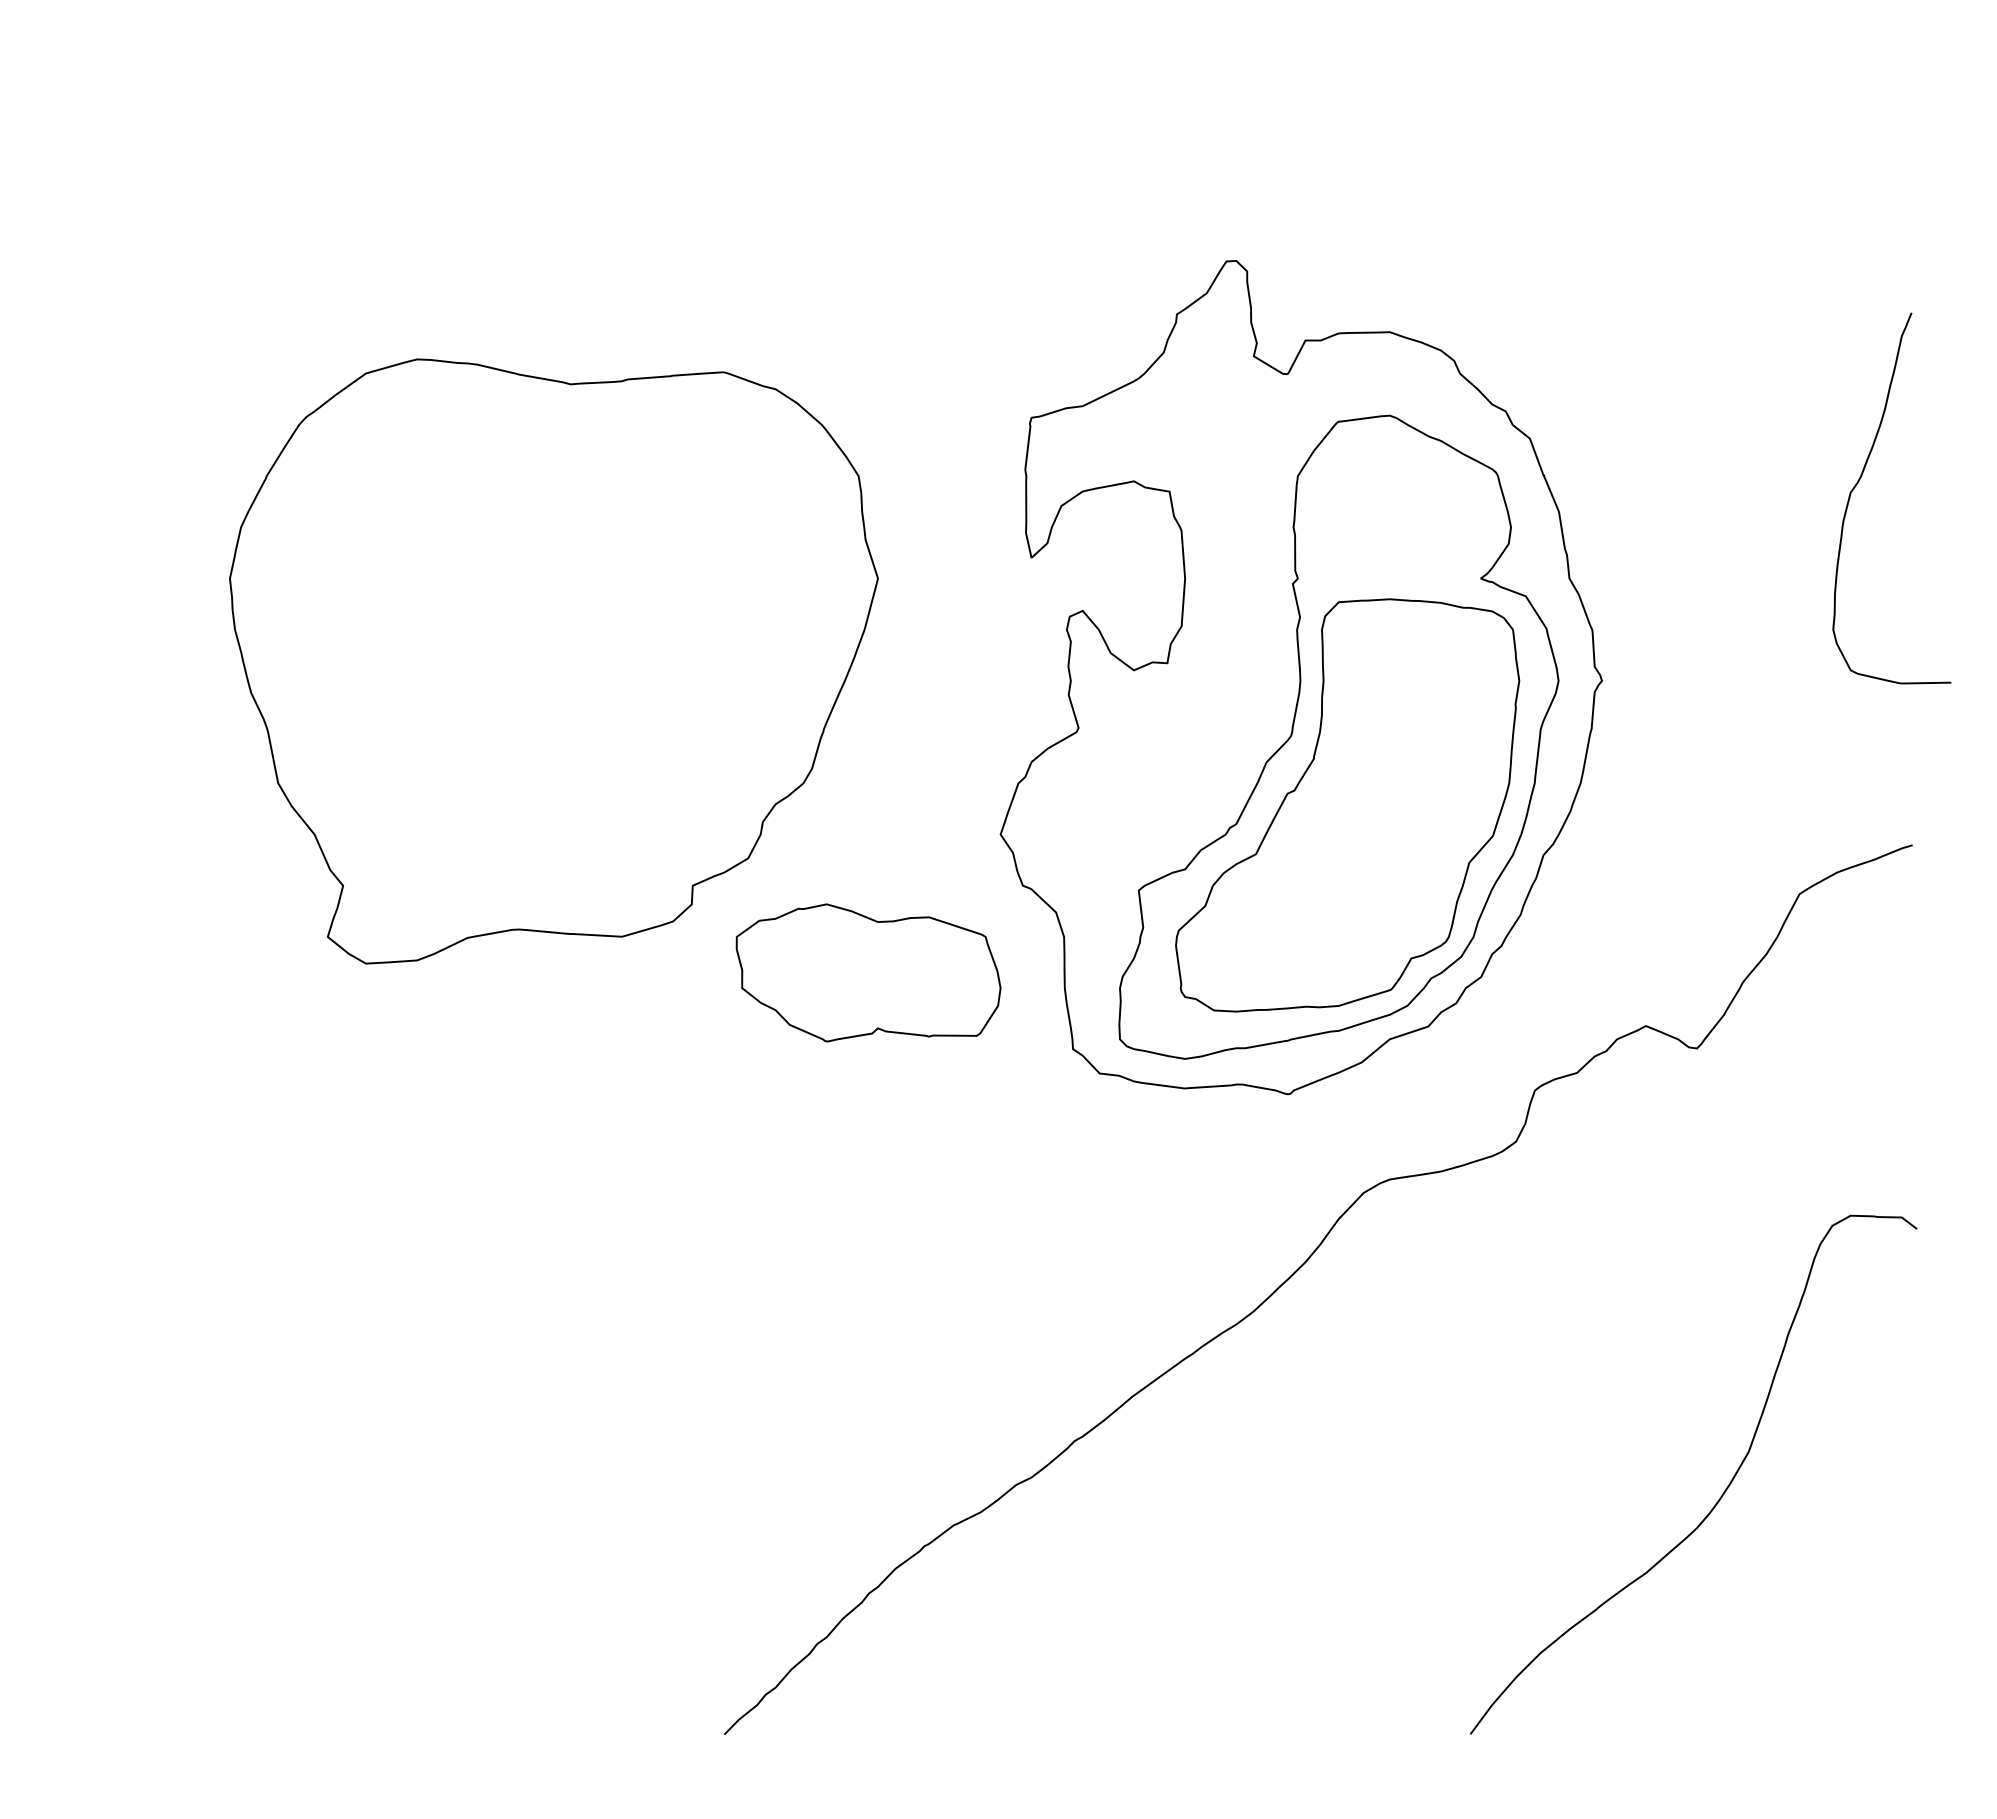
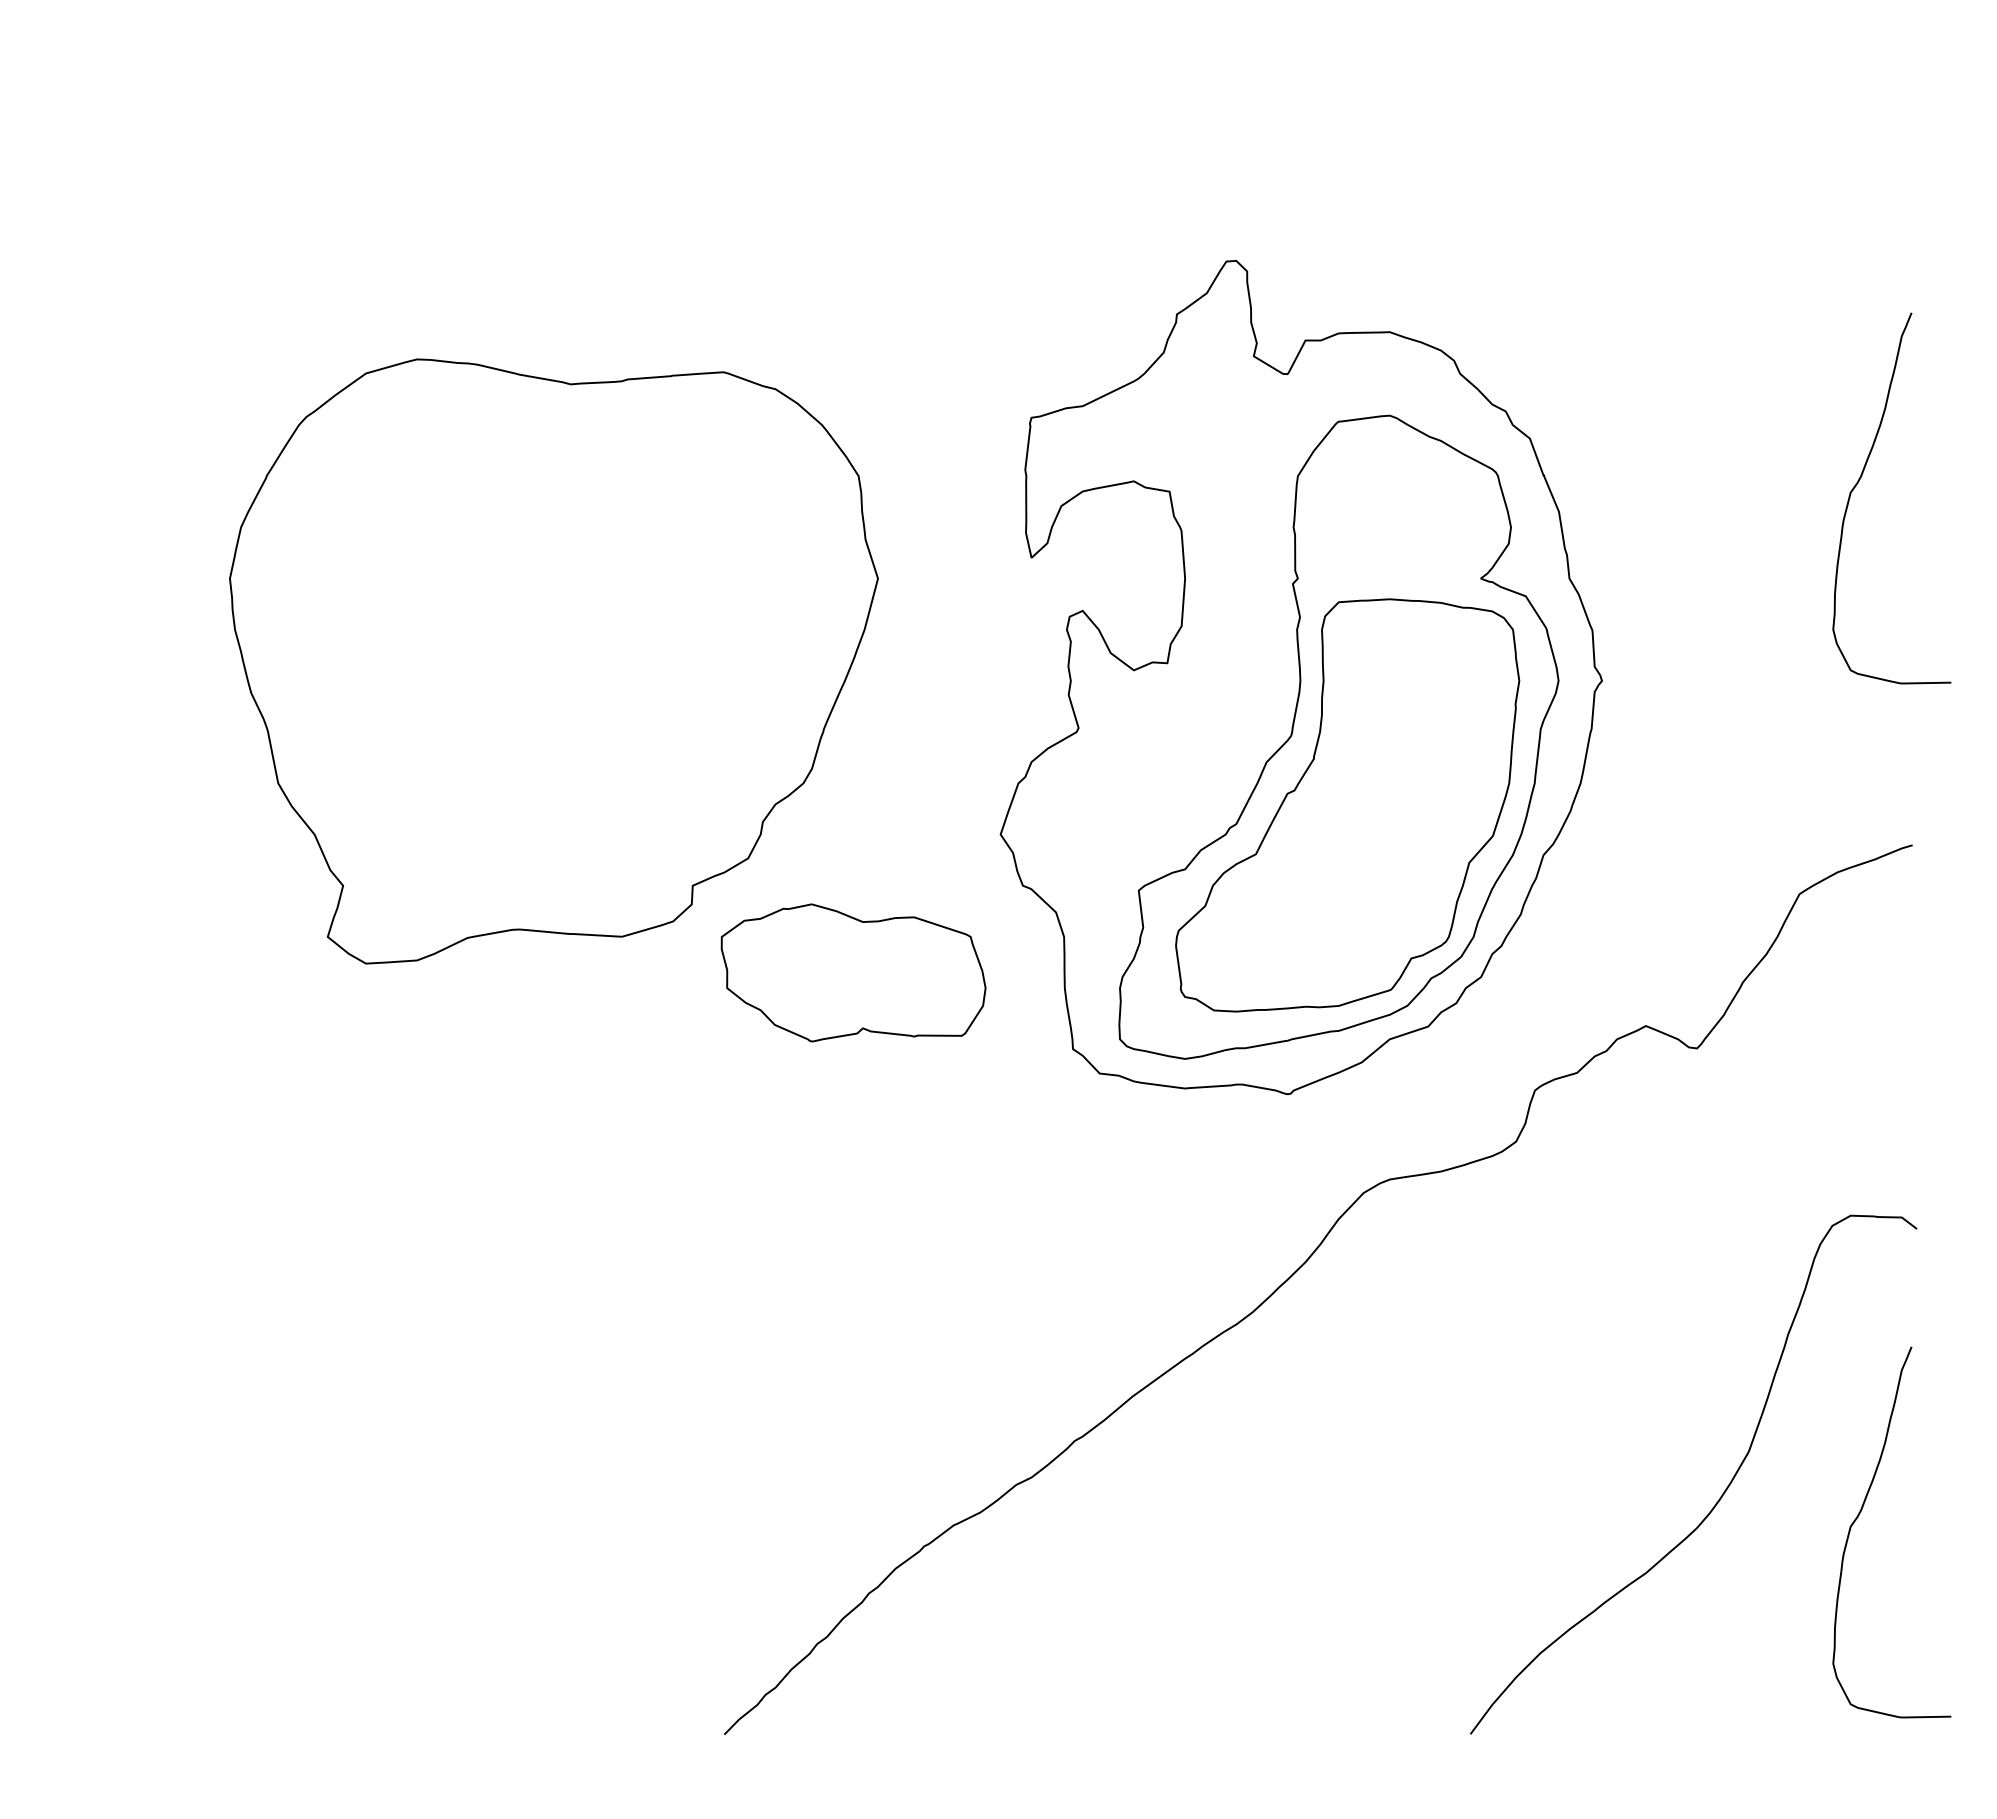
part at (868, 972) position: (868, 972) -> (853, 972)
curve at (1859, 1515): none -> present
